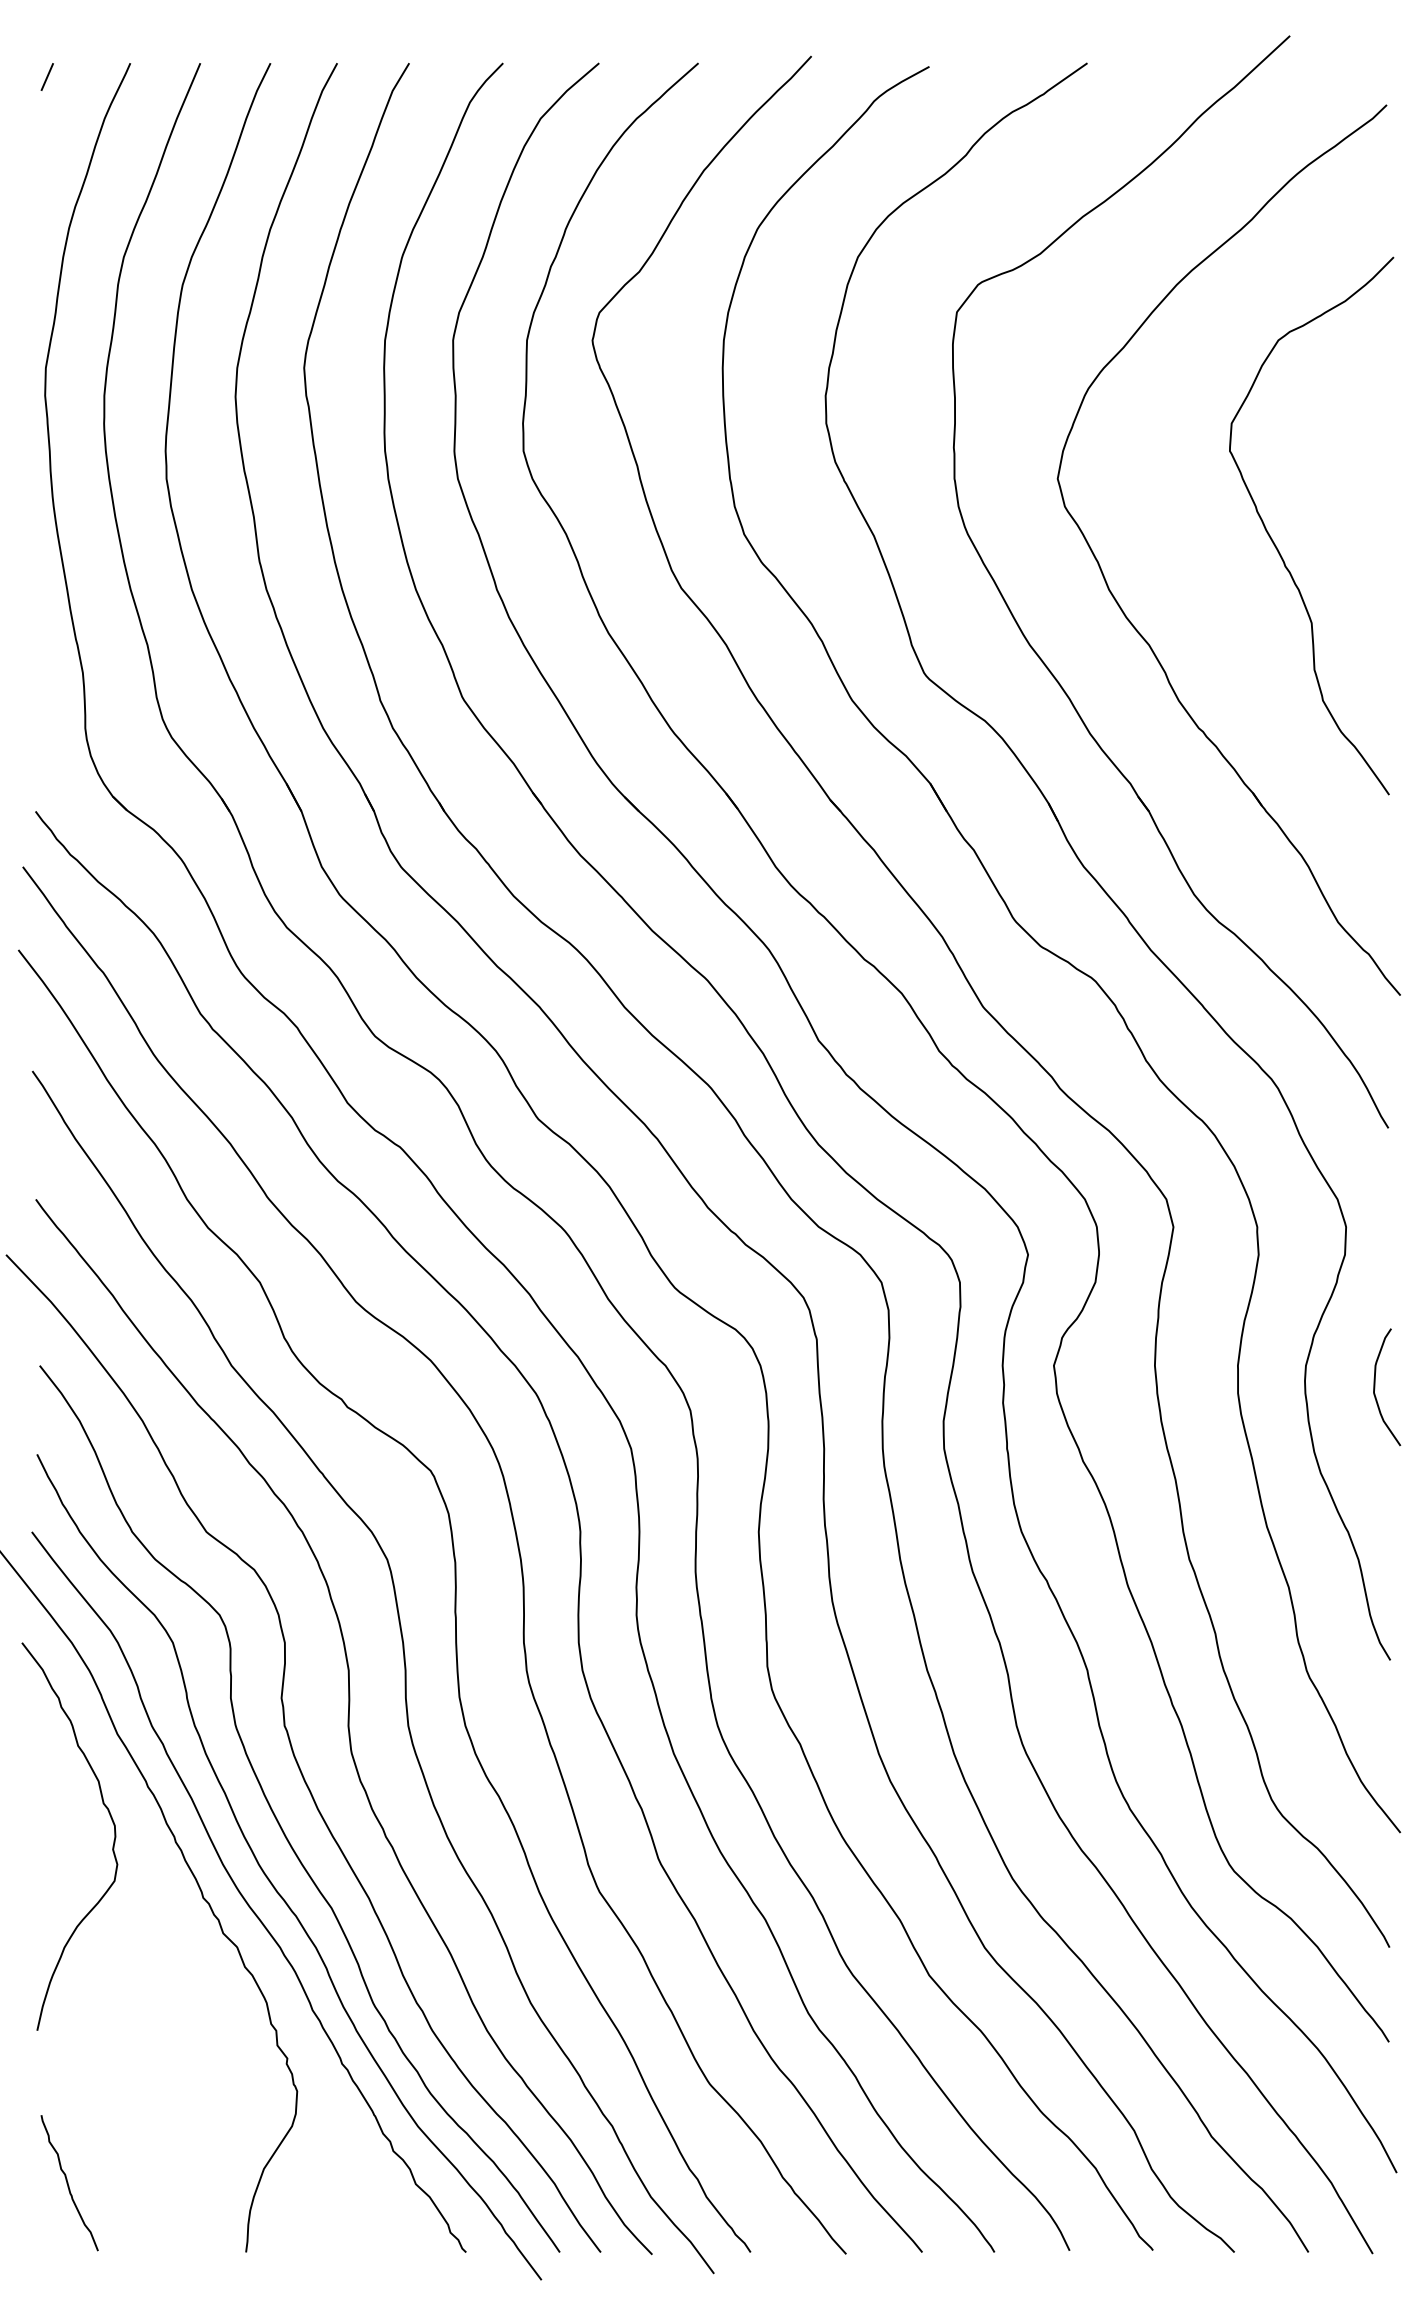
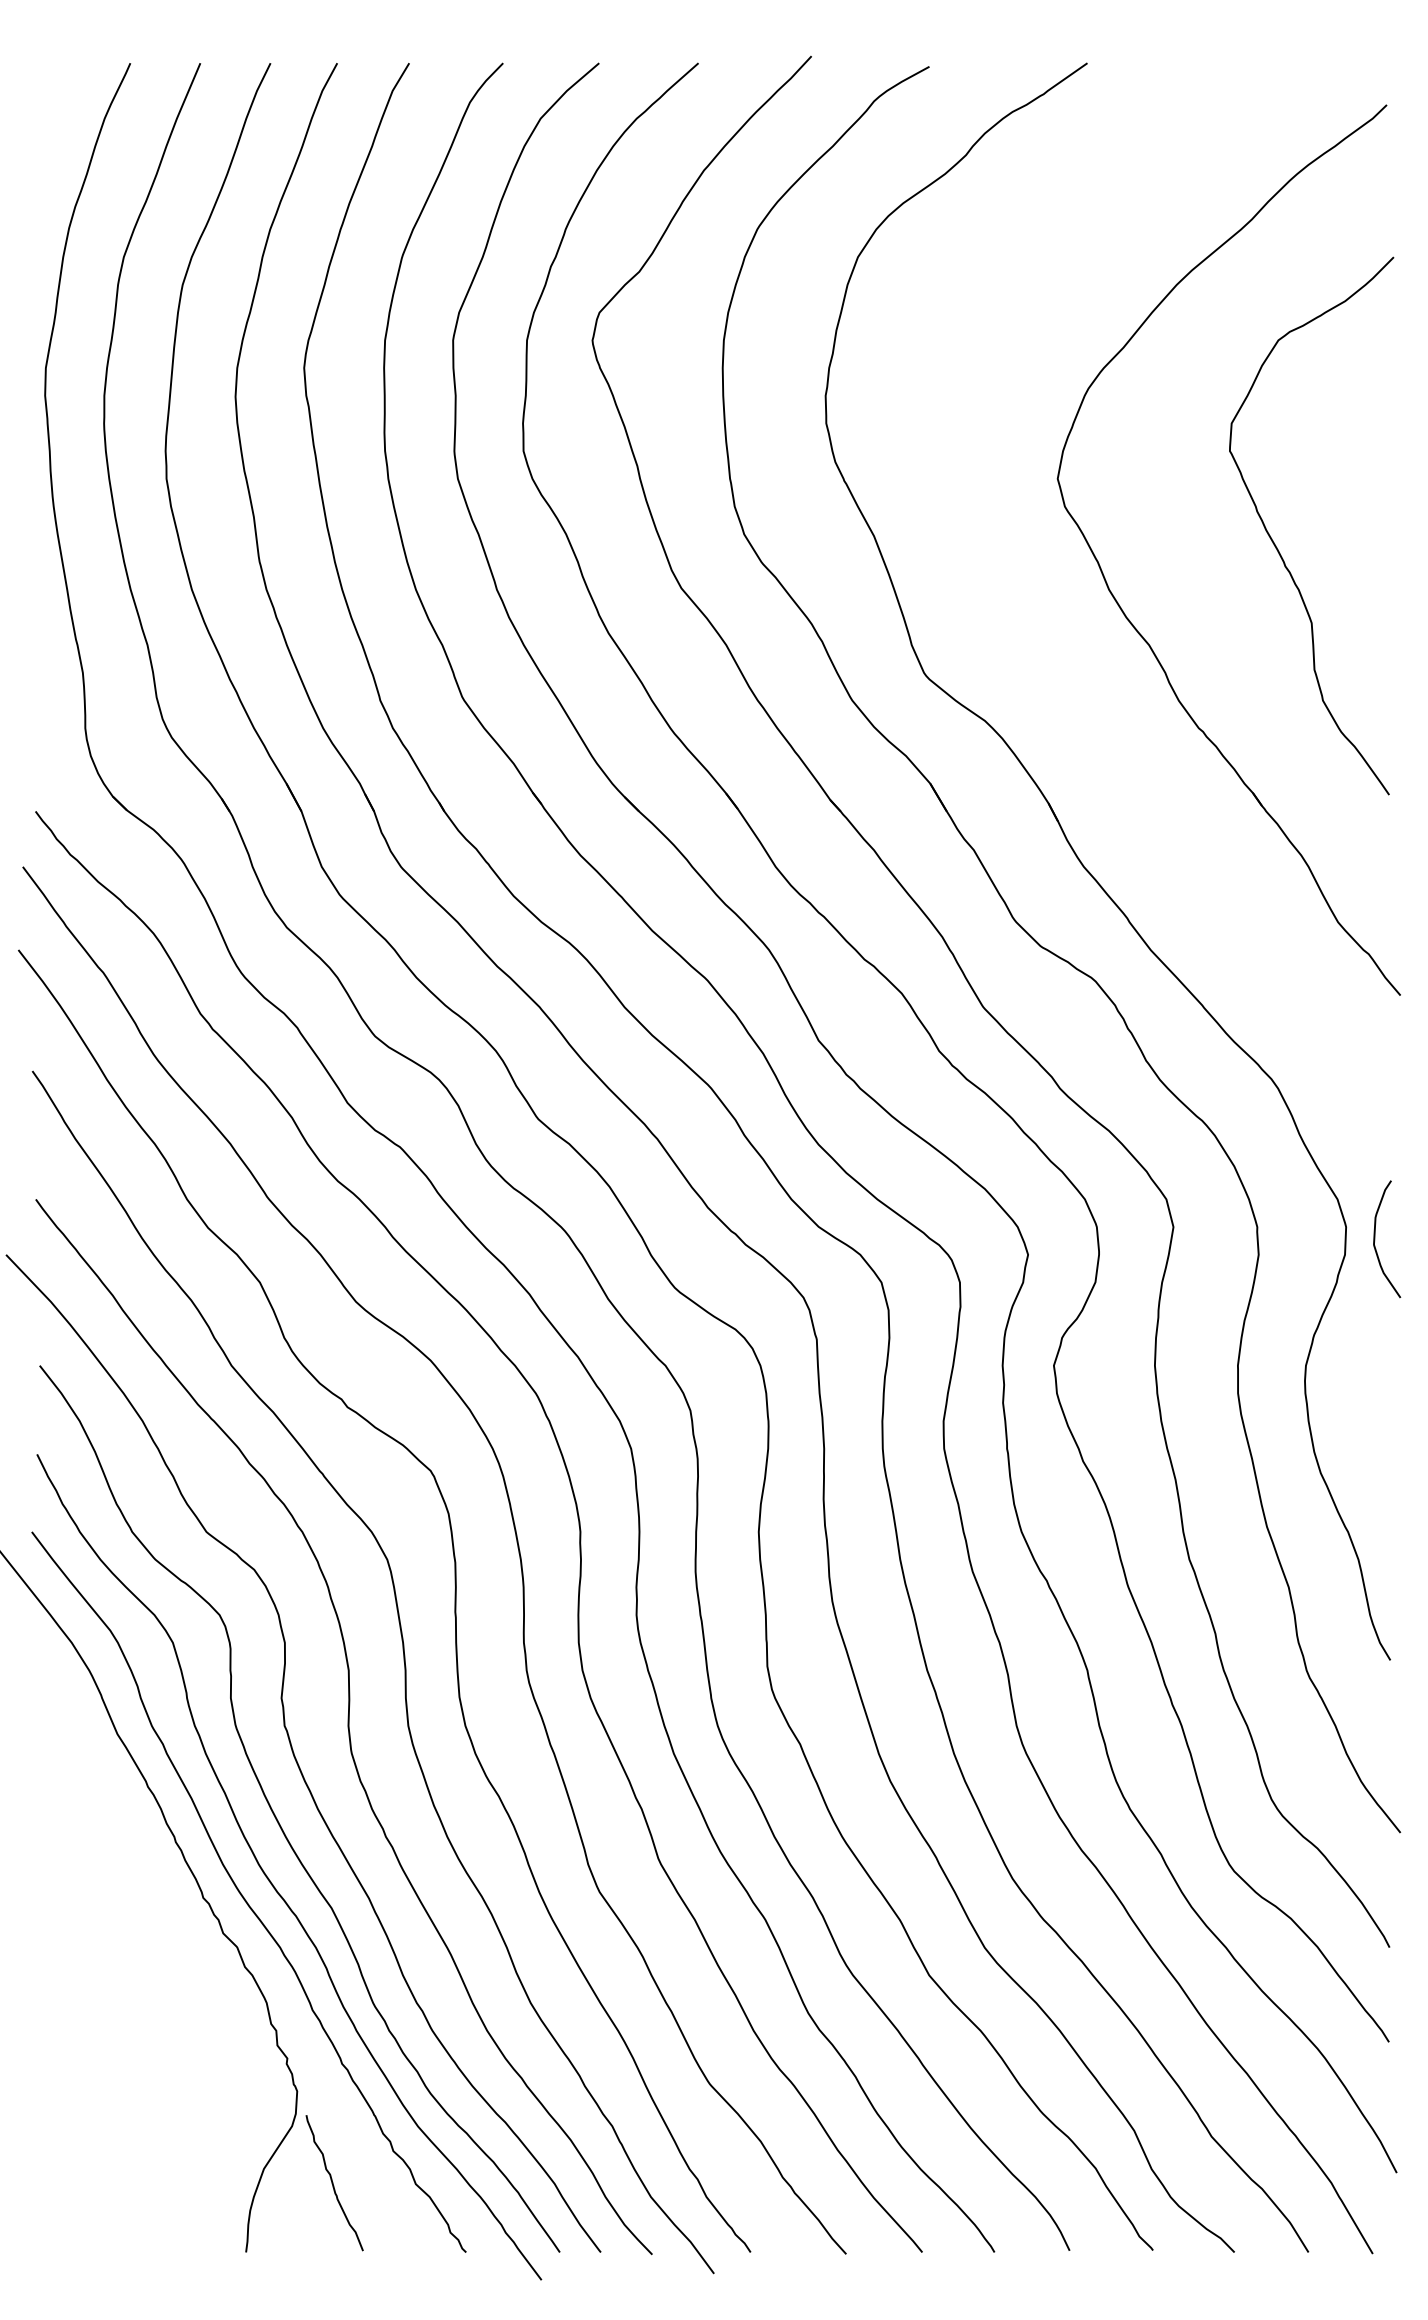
line at (46, 76): present -> none
part at (1051, 671): present -> none
curve at (1375, 1387) position: (1375, 1387) -> (1375, 1239)
curve at (112, 1845): present -> none
curve at (68, 2183) position: (68, 2183) -> (333, 2183)
